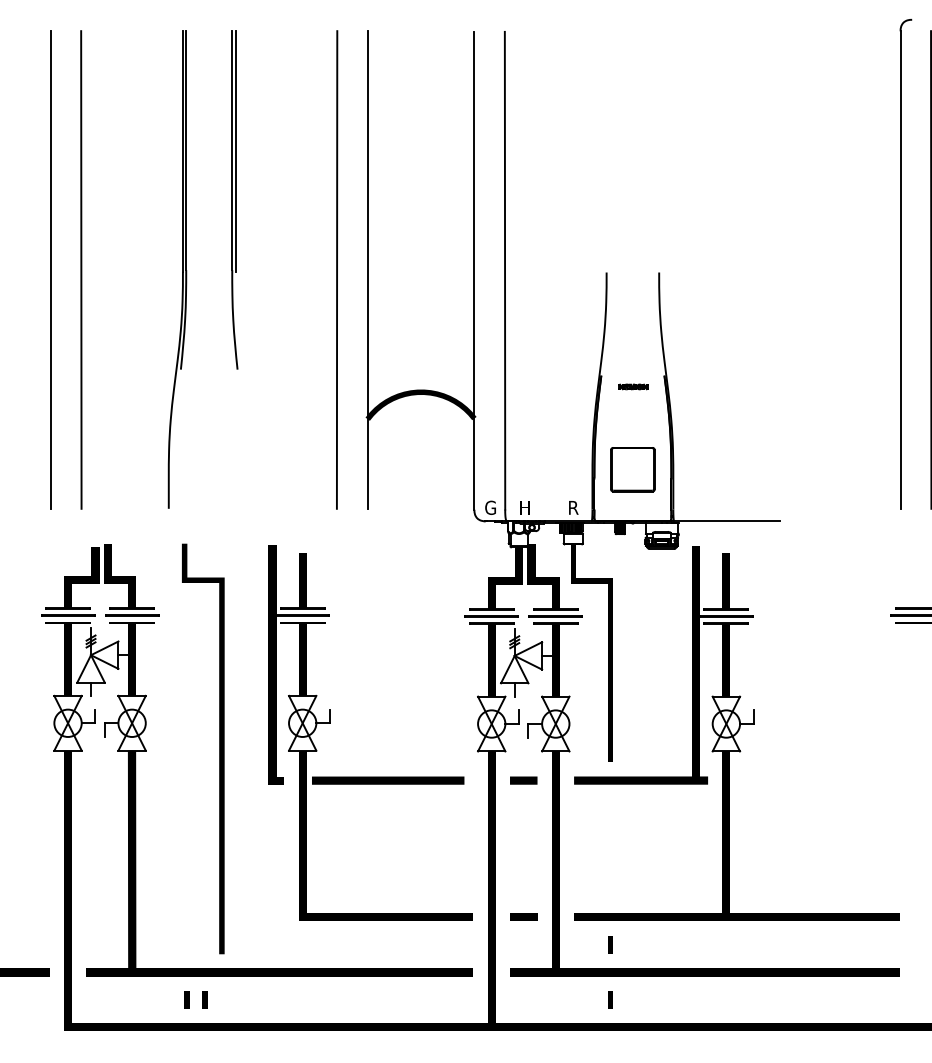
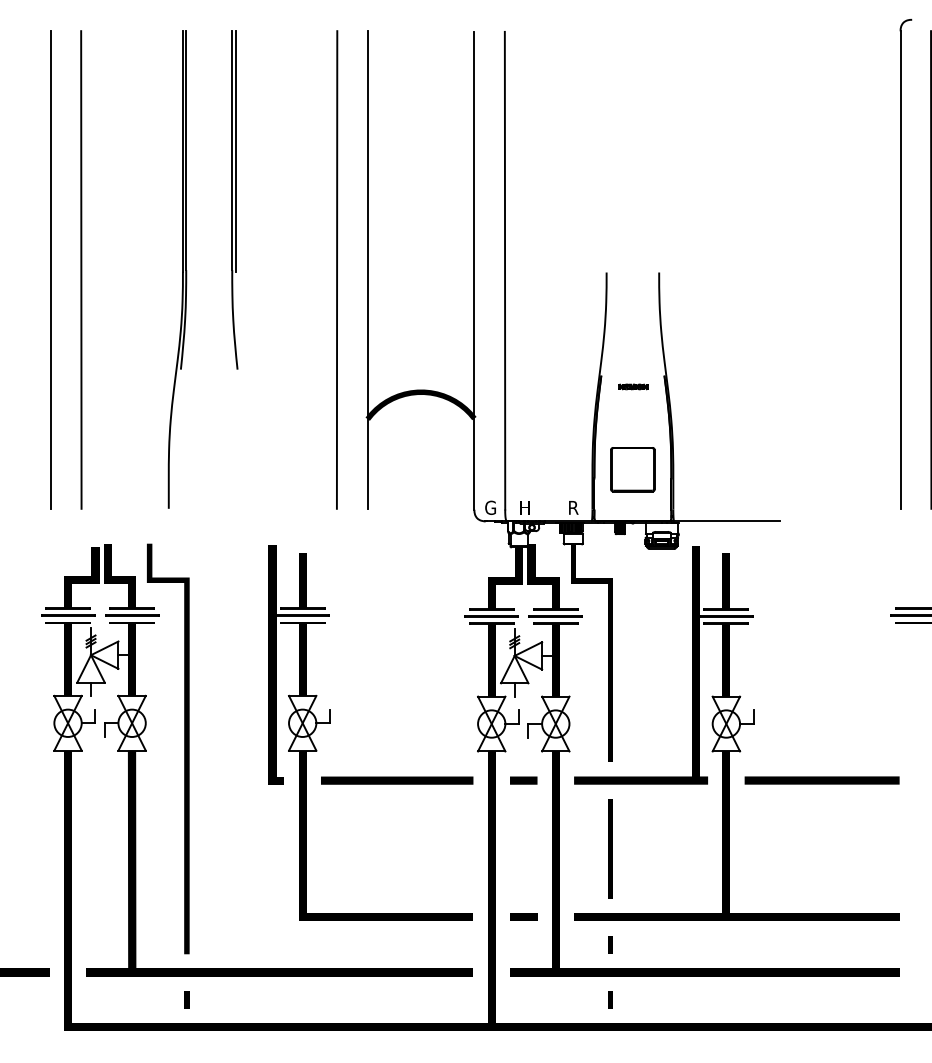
line at (219, 748) position: (219, 748) -> (184, 748)
line at (388, 780) position: (388, 780) -> (397, 780)
line at (821, 780): none -> present
line at (610, 848): none -> present
line at (204, 999): present -> none
